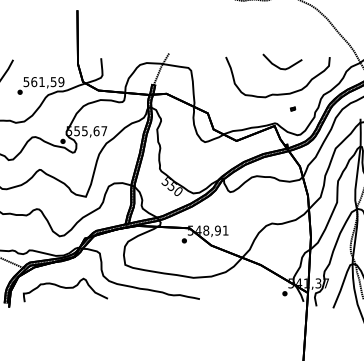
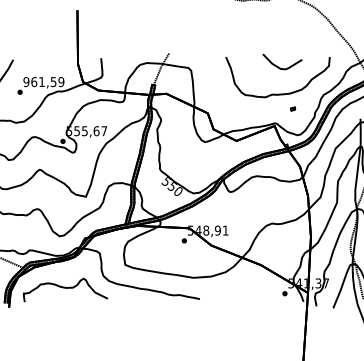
text at (26, 81): 561,59 -> 961,59
